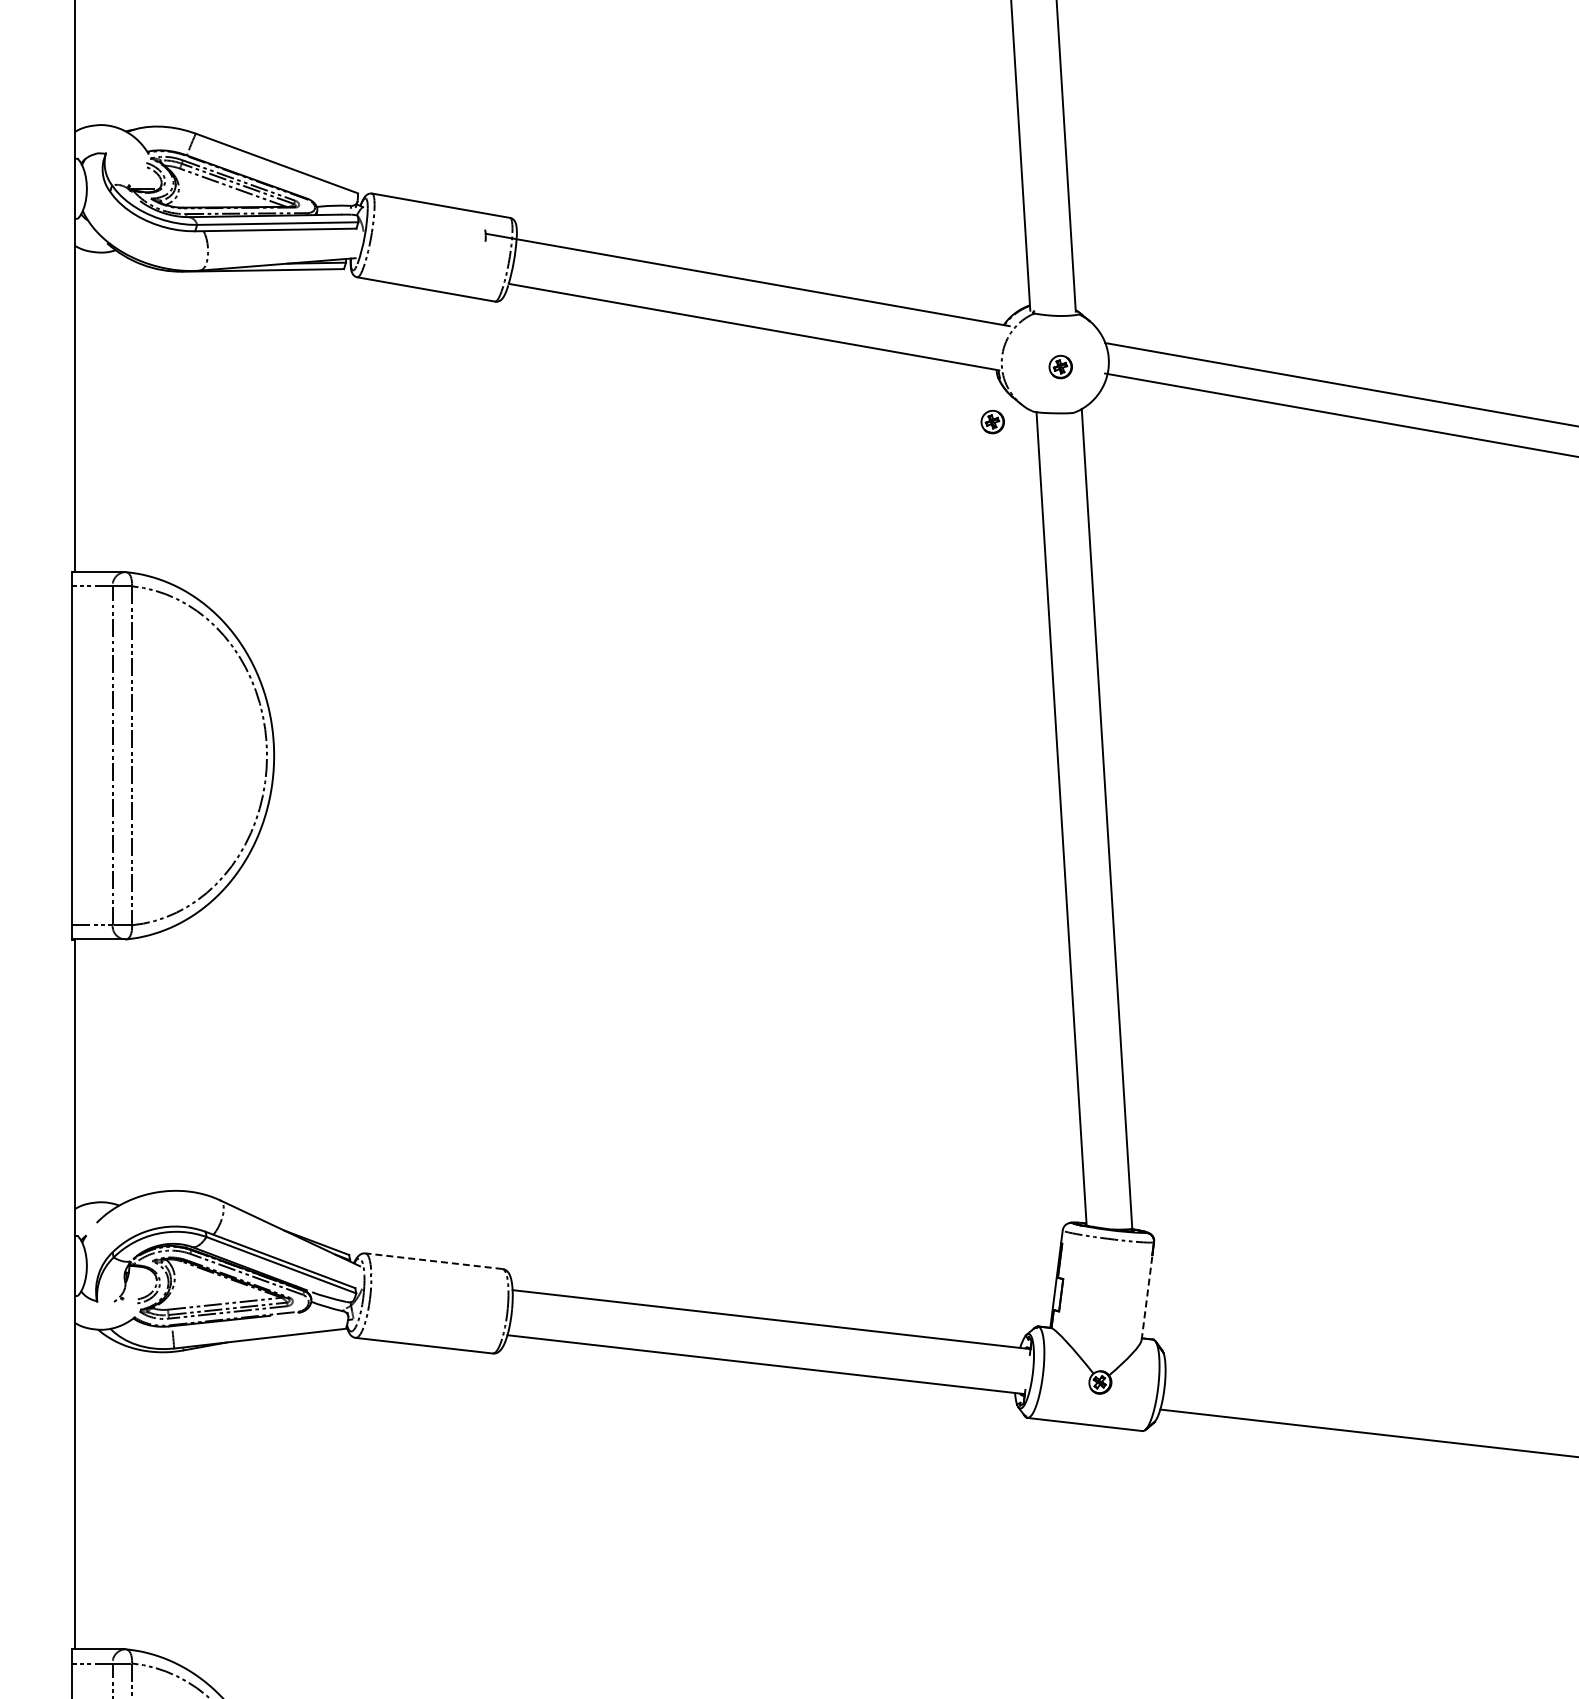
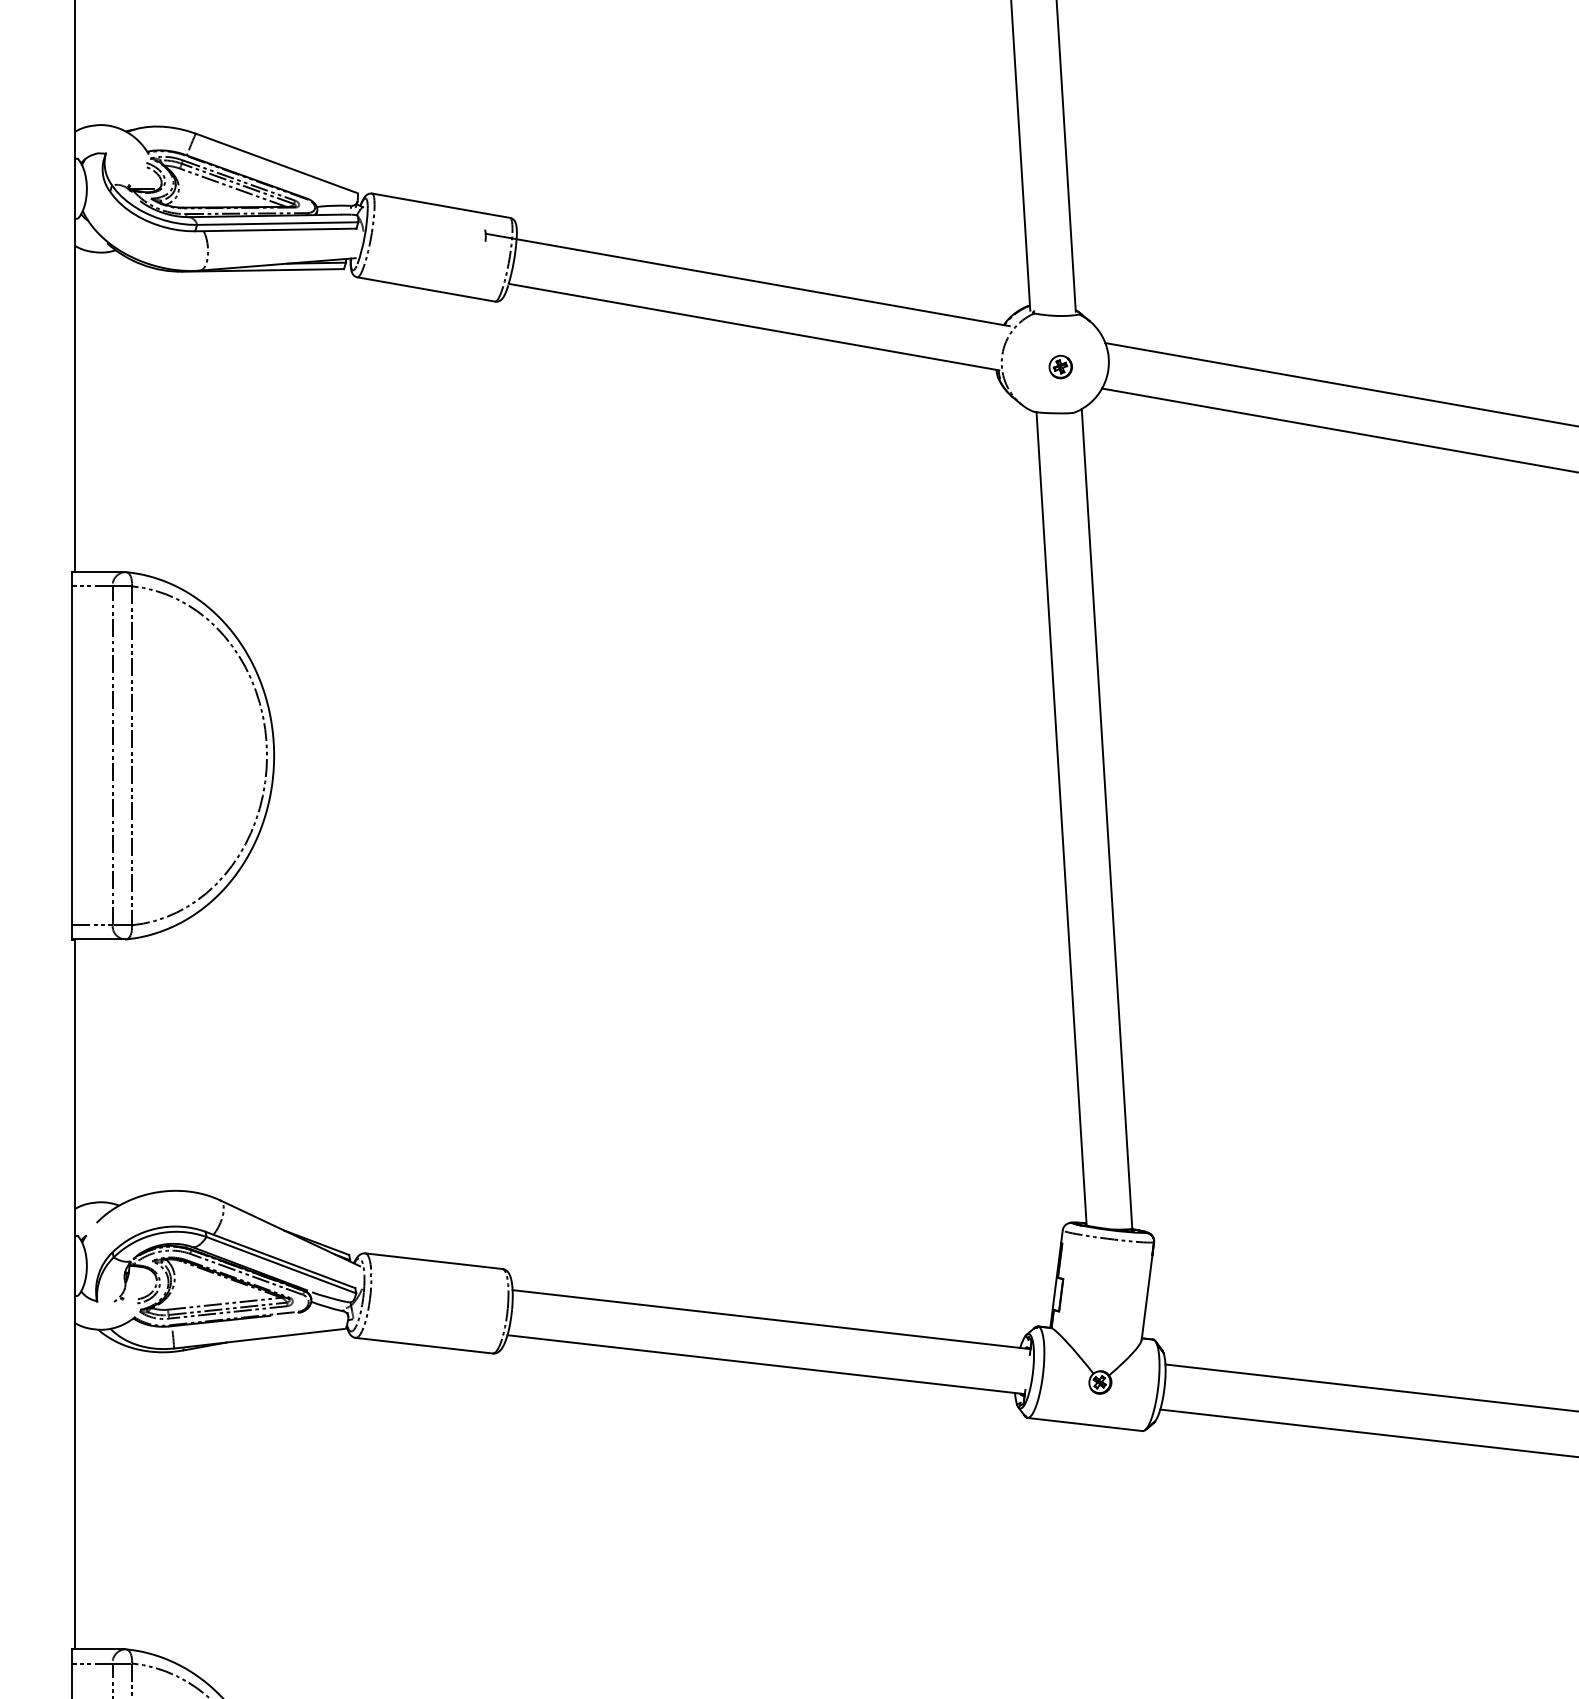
line at (1340, 414) position: (1340, 414) -> (1338, 430)
part at (992, 421): present -> none
line at (434, 1261): dashed -> solid
line at (1147, 1296): dashed -> solid
line at (1370, 1387): none -> present
